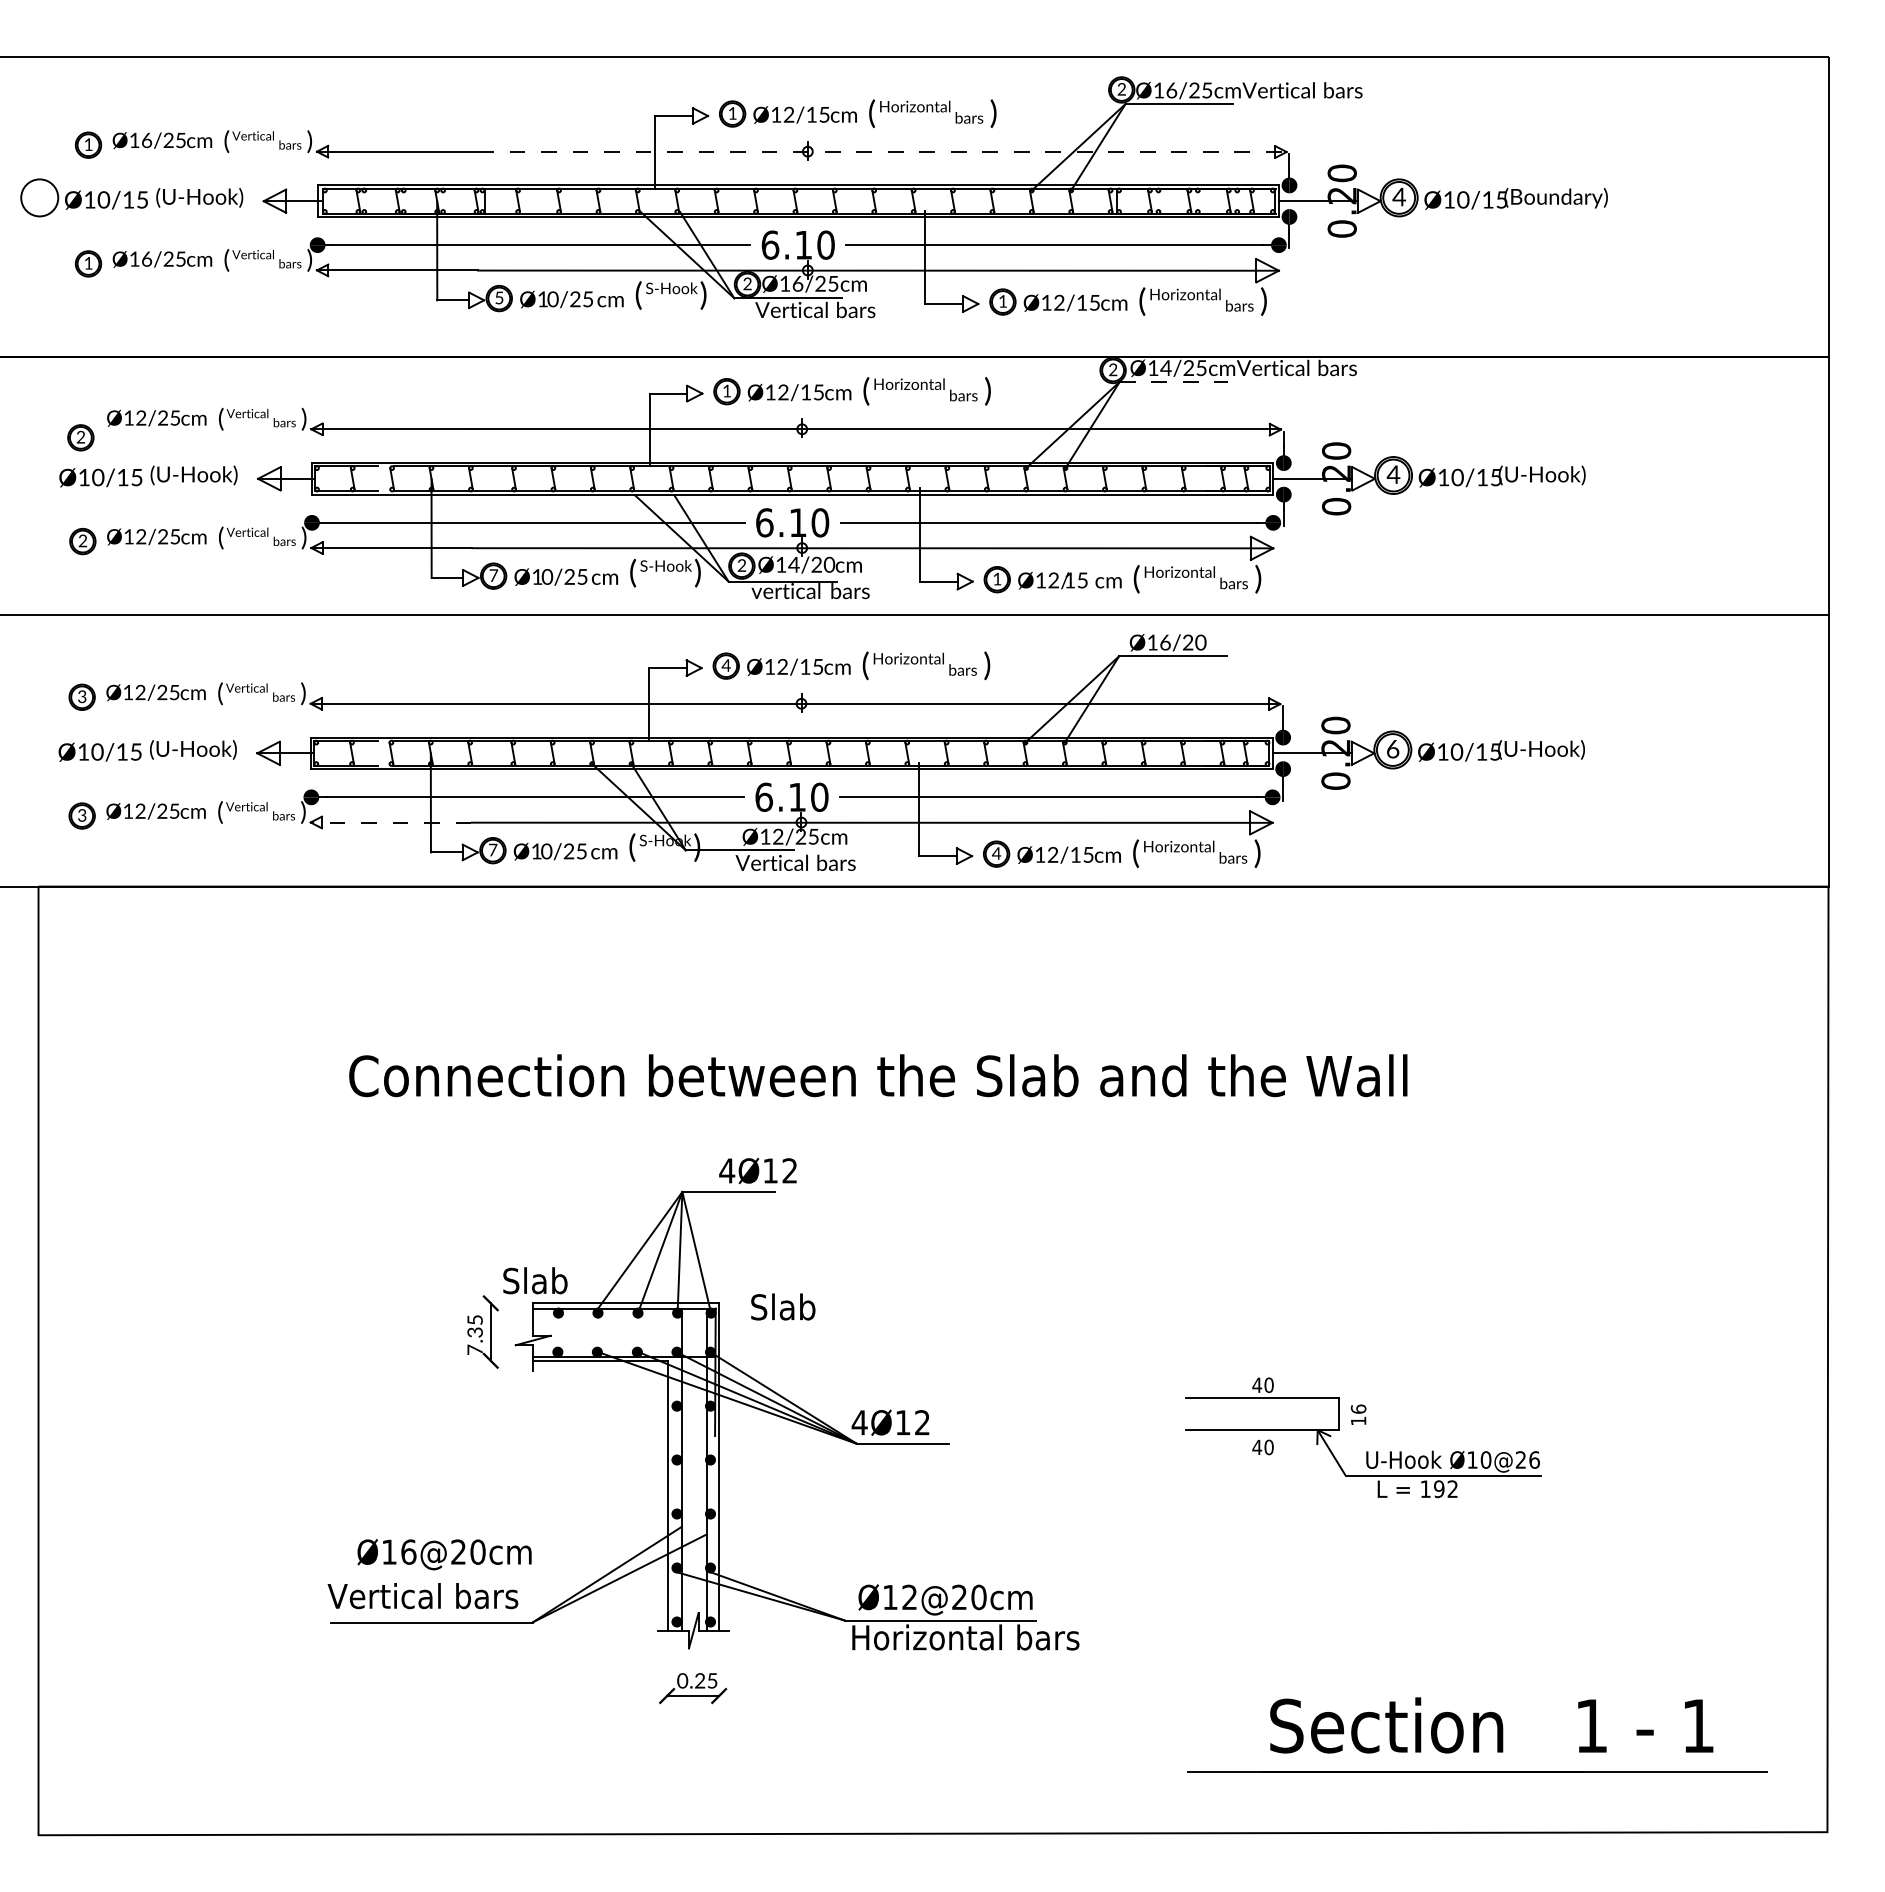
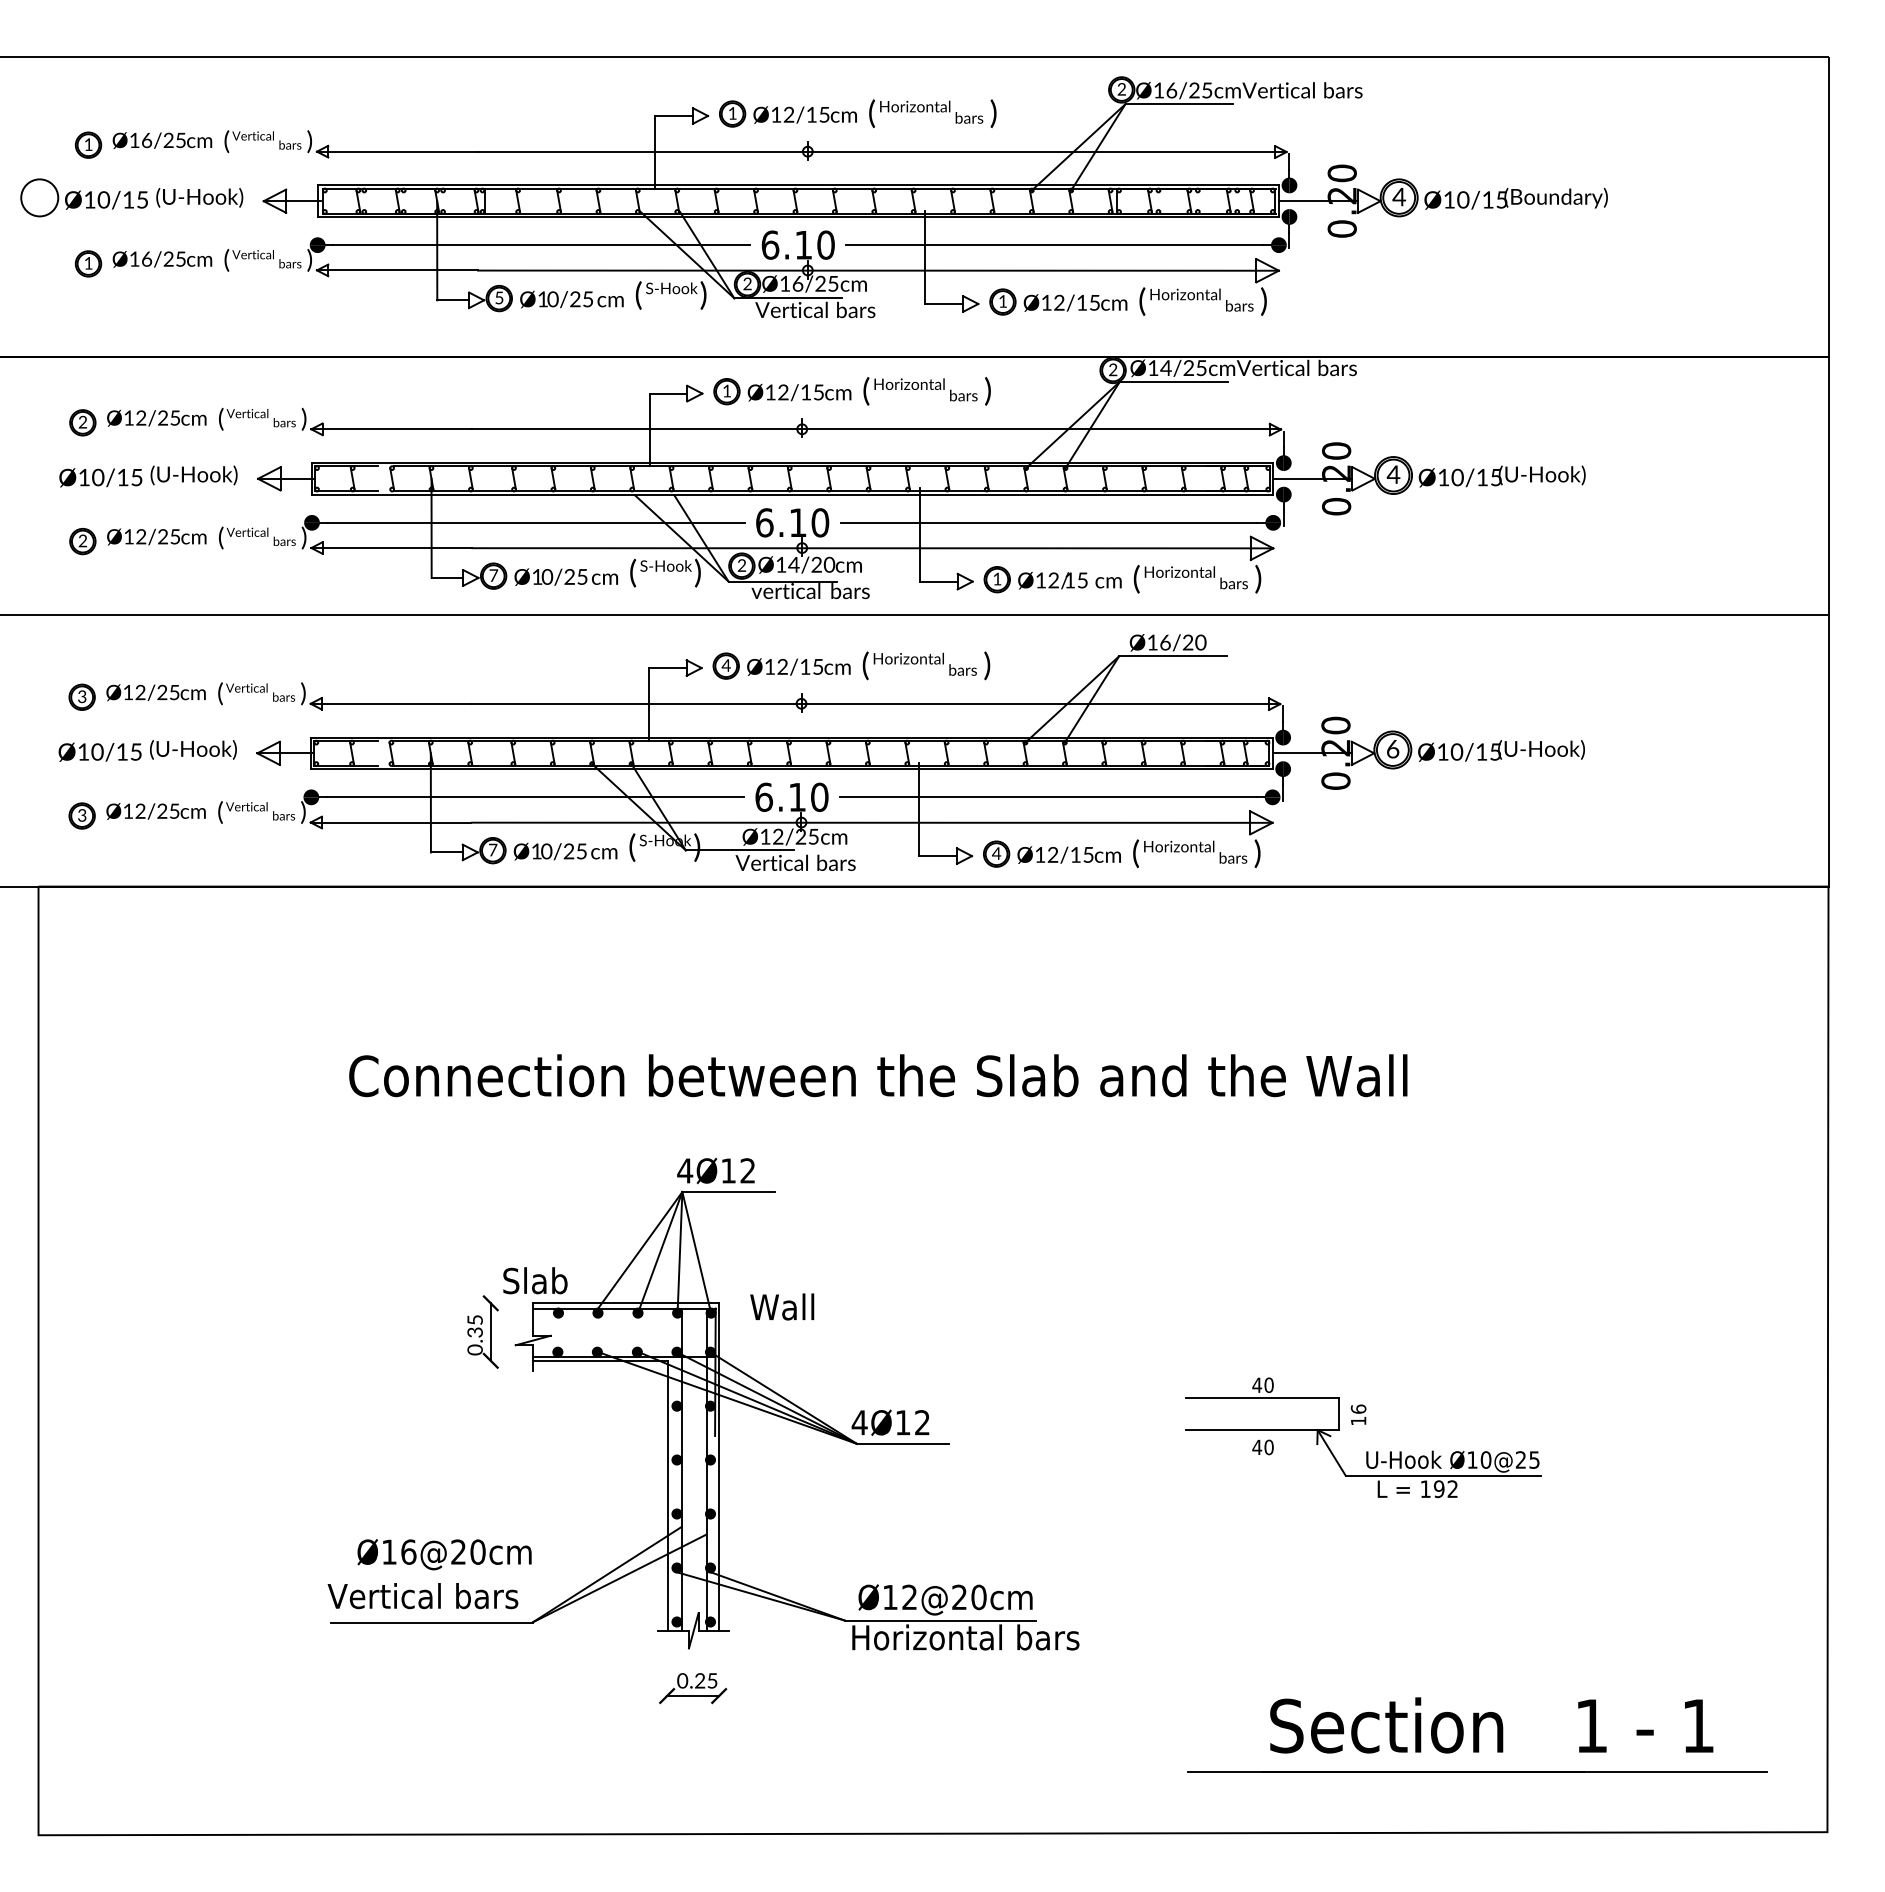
line at (882, 151): dashed -> solid
line at (1173, 381): dashed -> solid
part at (80, 437) position: (80, 437) -> (82, 422)
line at (390, 822): dashed -> solid
text at (757, 1170) position: (757, 1170) -> (715, 1170)
text at (782, 1306): Slab -> Wall
text at (474, 1349): 7.35 -> 0.35
text at (1534, 1459): Ø10@26 -> Ø10@25
